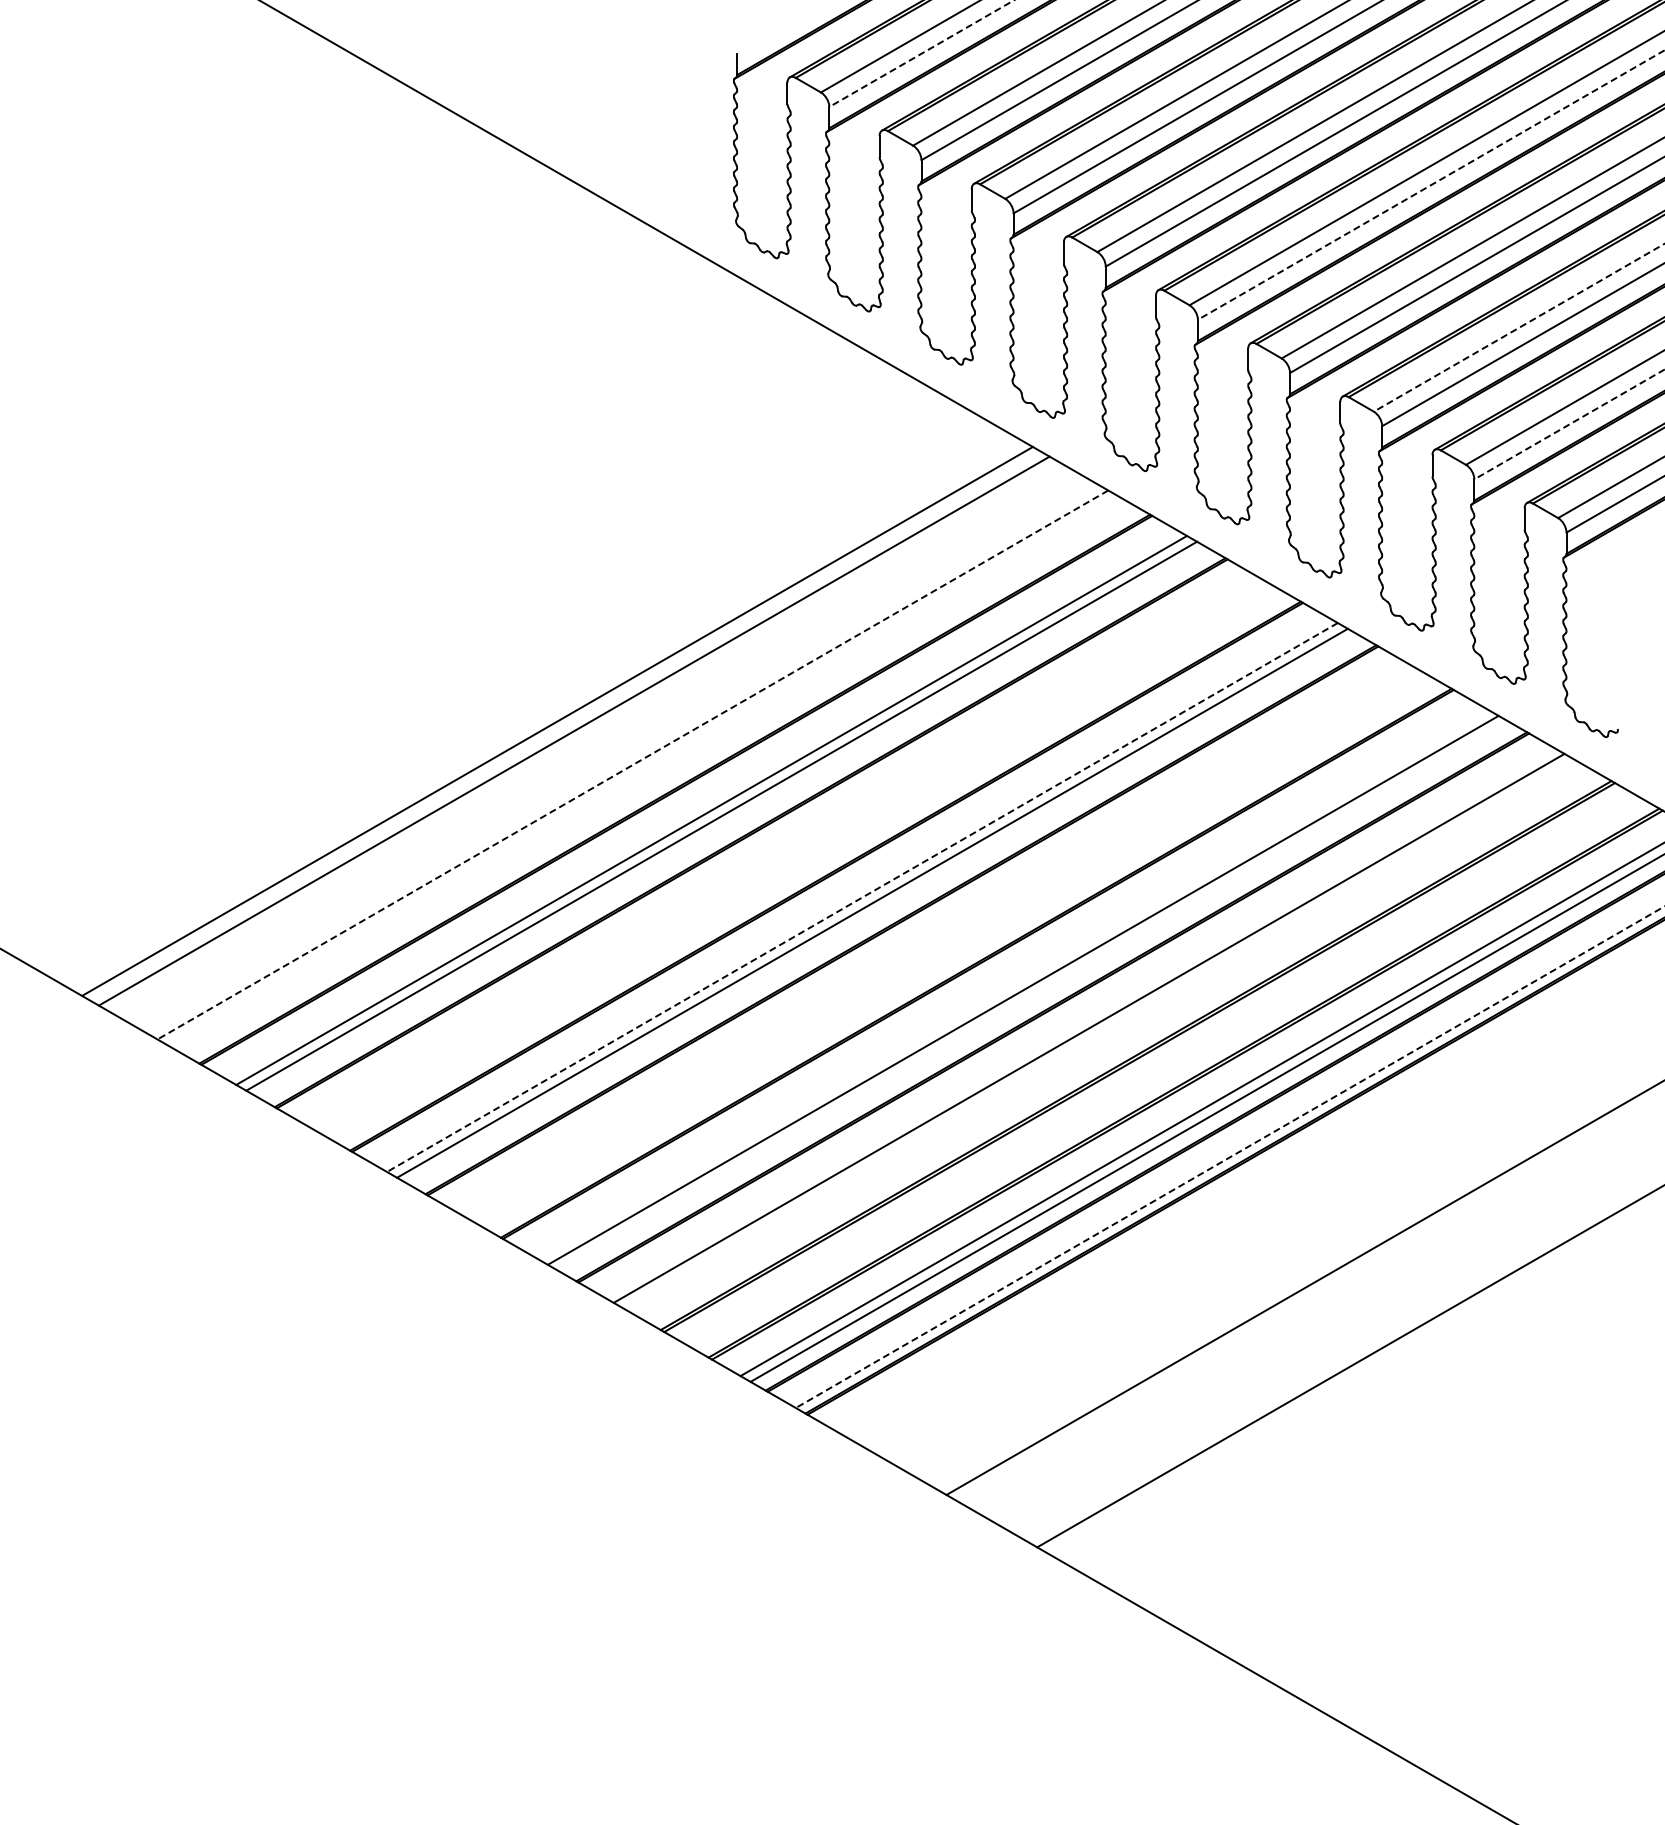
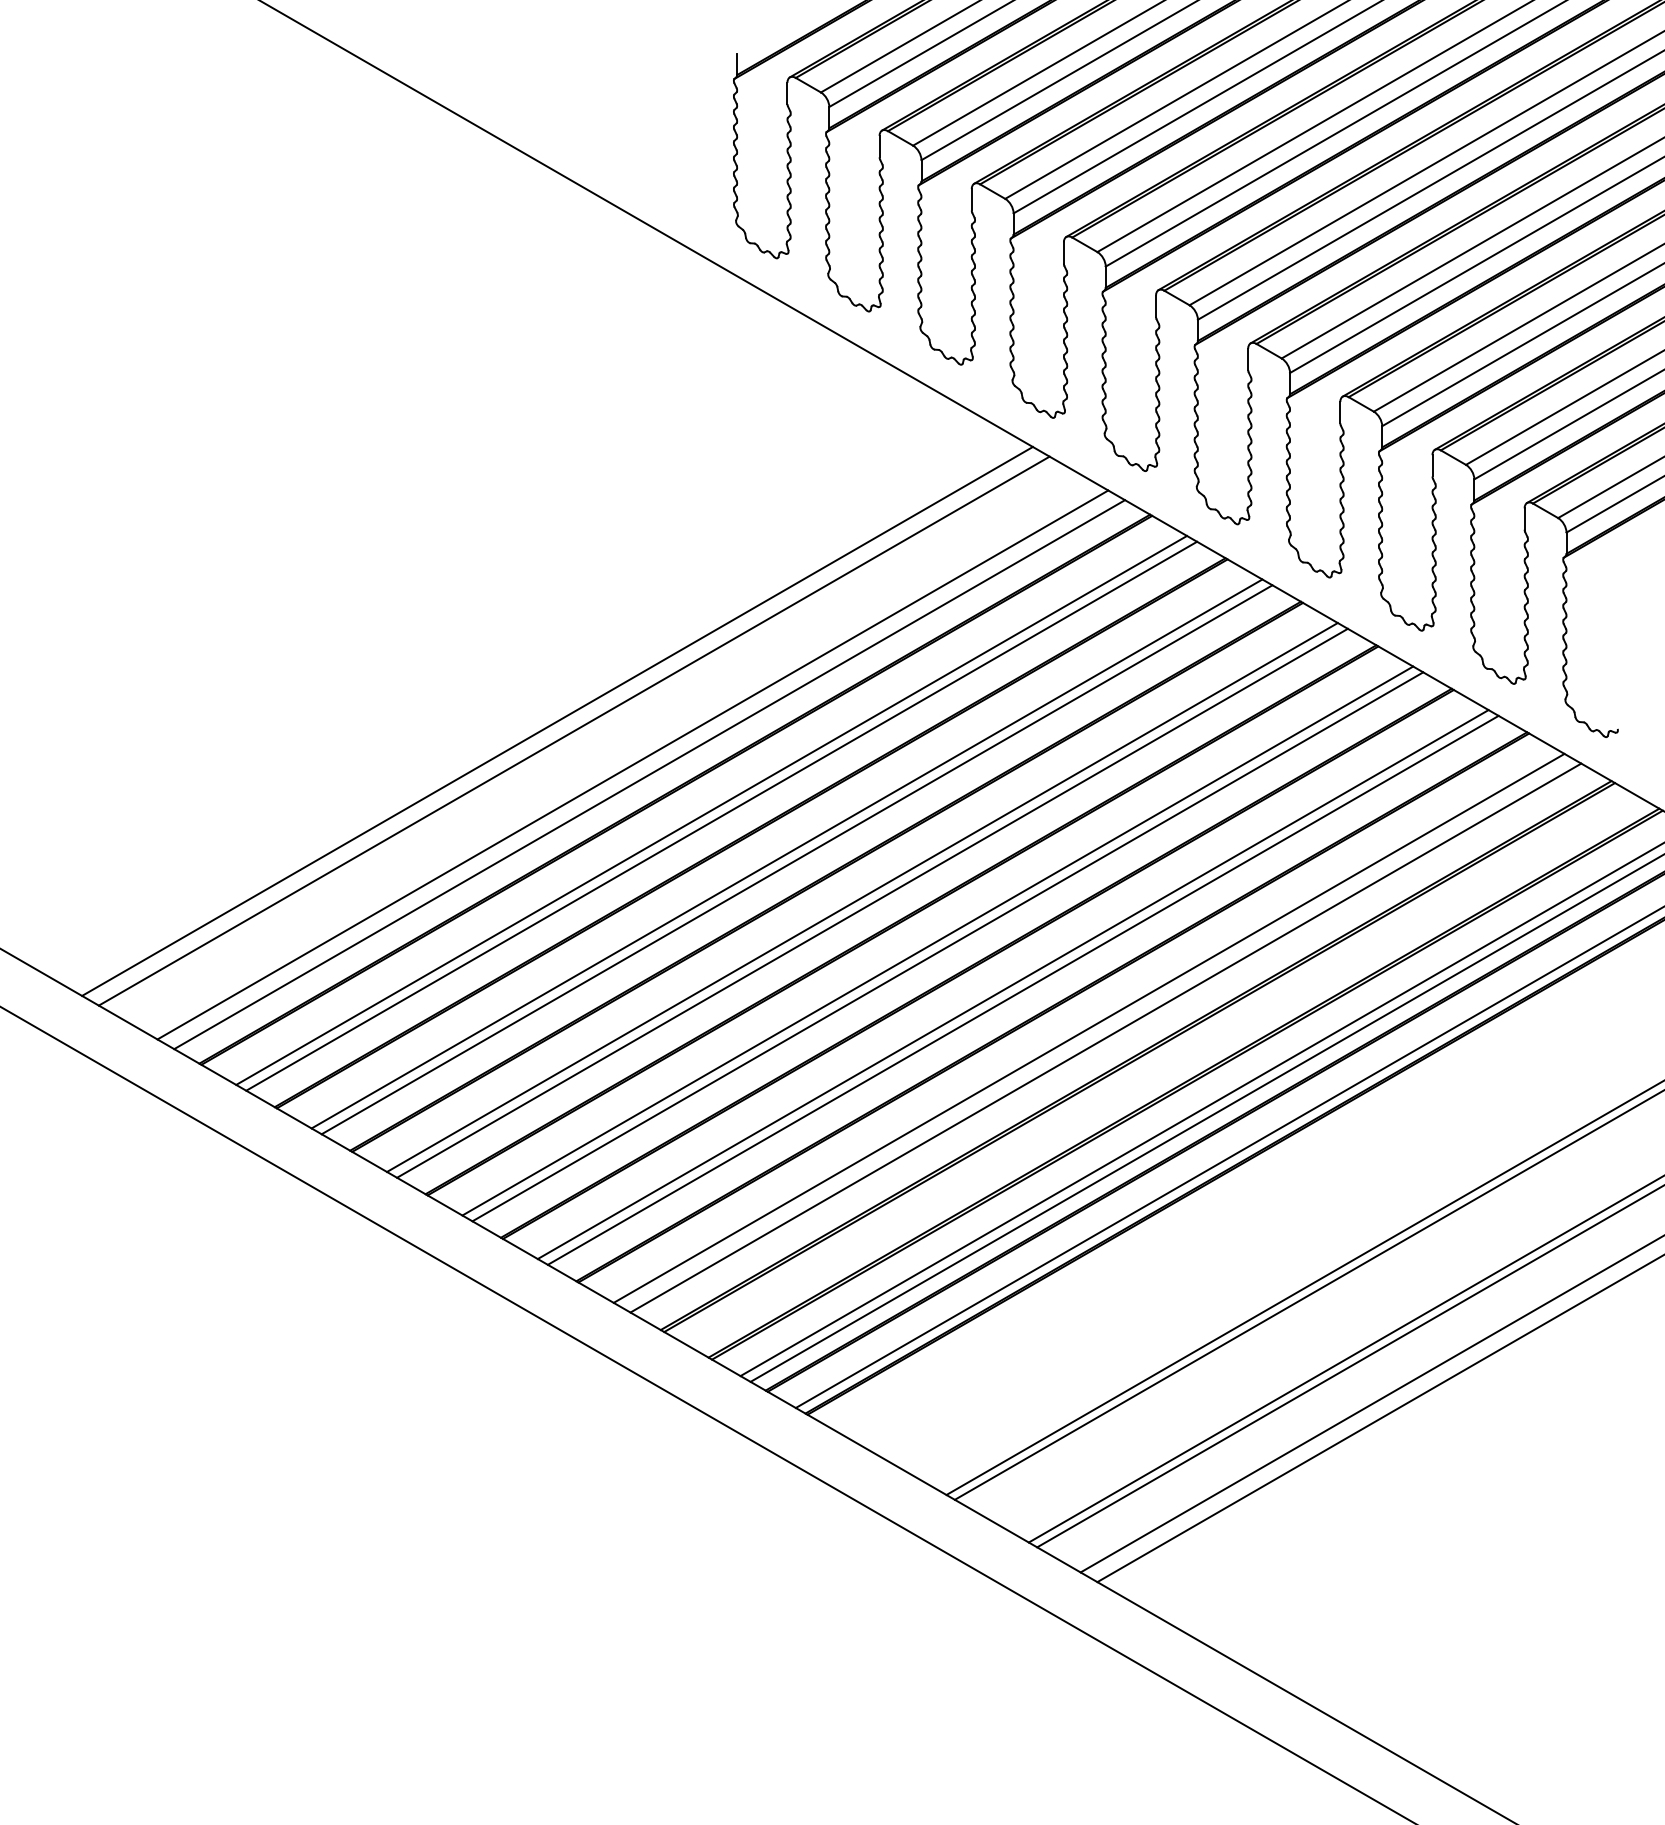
line at (921, 53): dashed -> solid
line at (1430, 185): dashed -> solid
line at (1519, 327): dashed -> solid
line at (1569, 424): dashed -> solid
line at (632, 764): dashed -> solid
line at (649, 774): none -> present
line at (786, 853): none -> present
line at (796, 859): none -> present
line at (862, 897): dashed -> solid
line at (937, 940): none -> present
line at (947, 946): none -> present
line at (1012, 984): none -> present
line at (1105, 1037): none -> present
line at (1229, 1157): dashed -> solid
line at (1307, 1295): none -> present
line at (1344, 1359): none -> present
line at (1370, 1404): none -> present
line at (706, 1414): none -> present
line at (1379, 1419): none -> present
